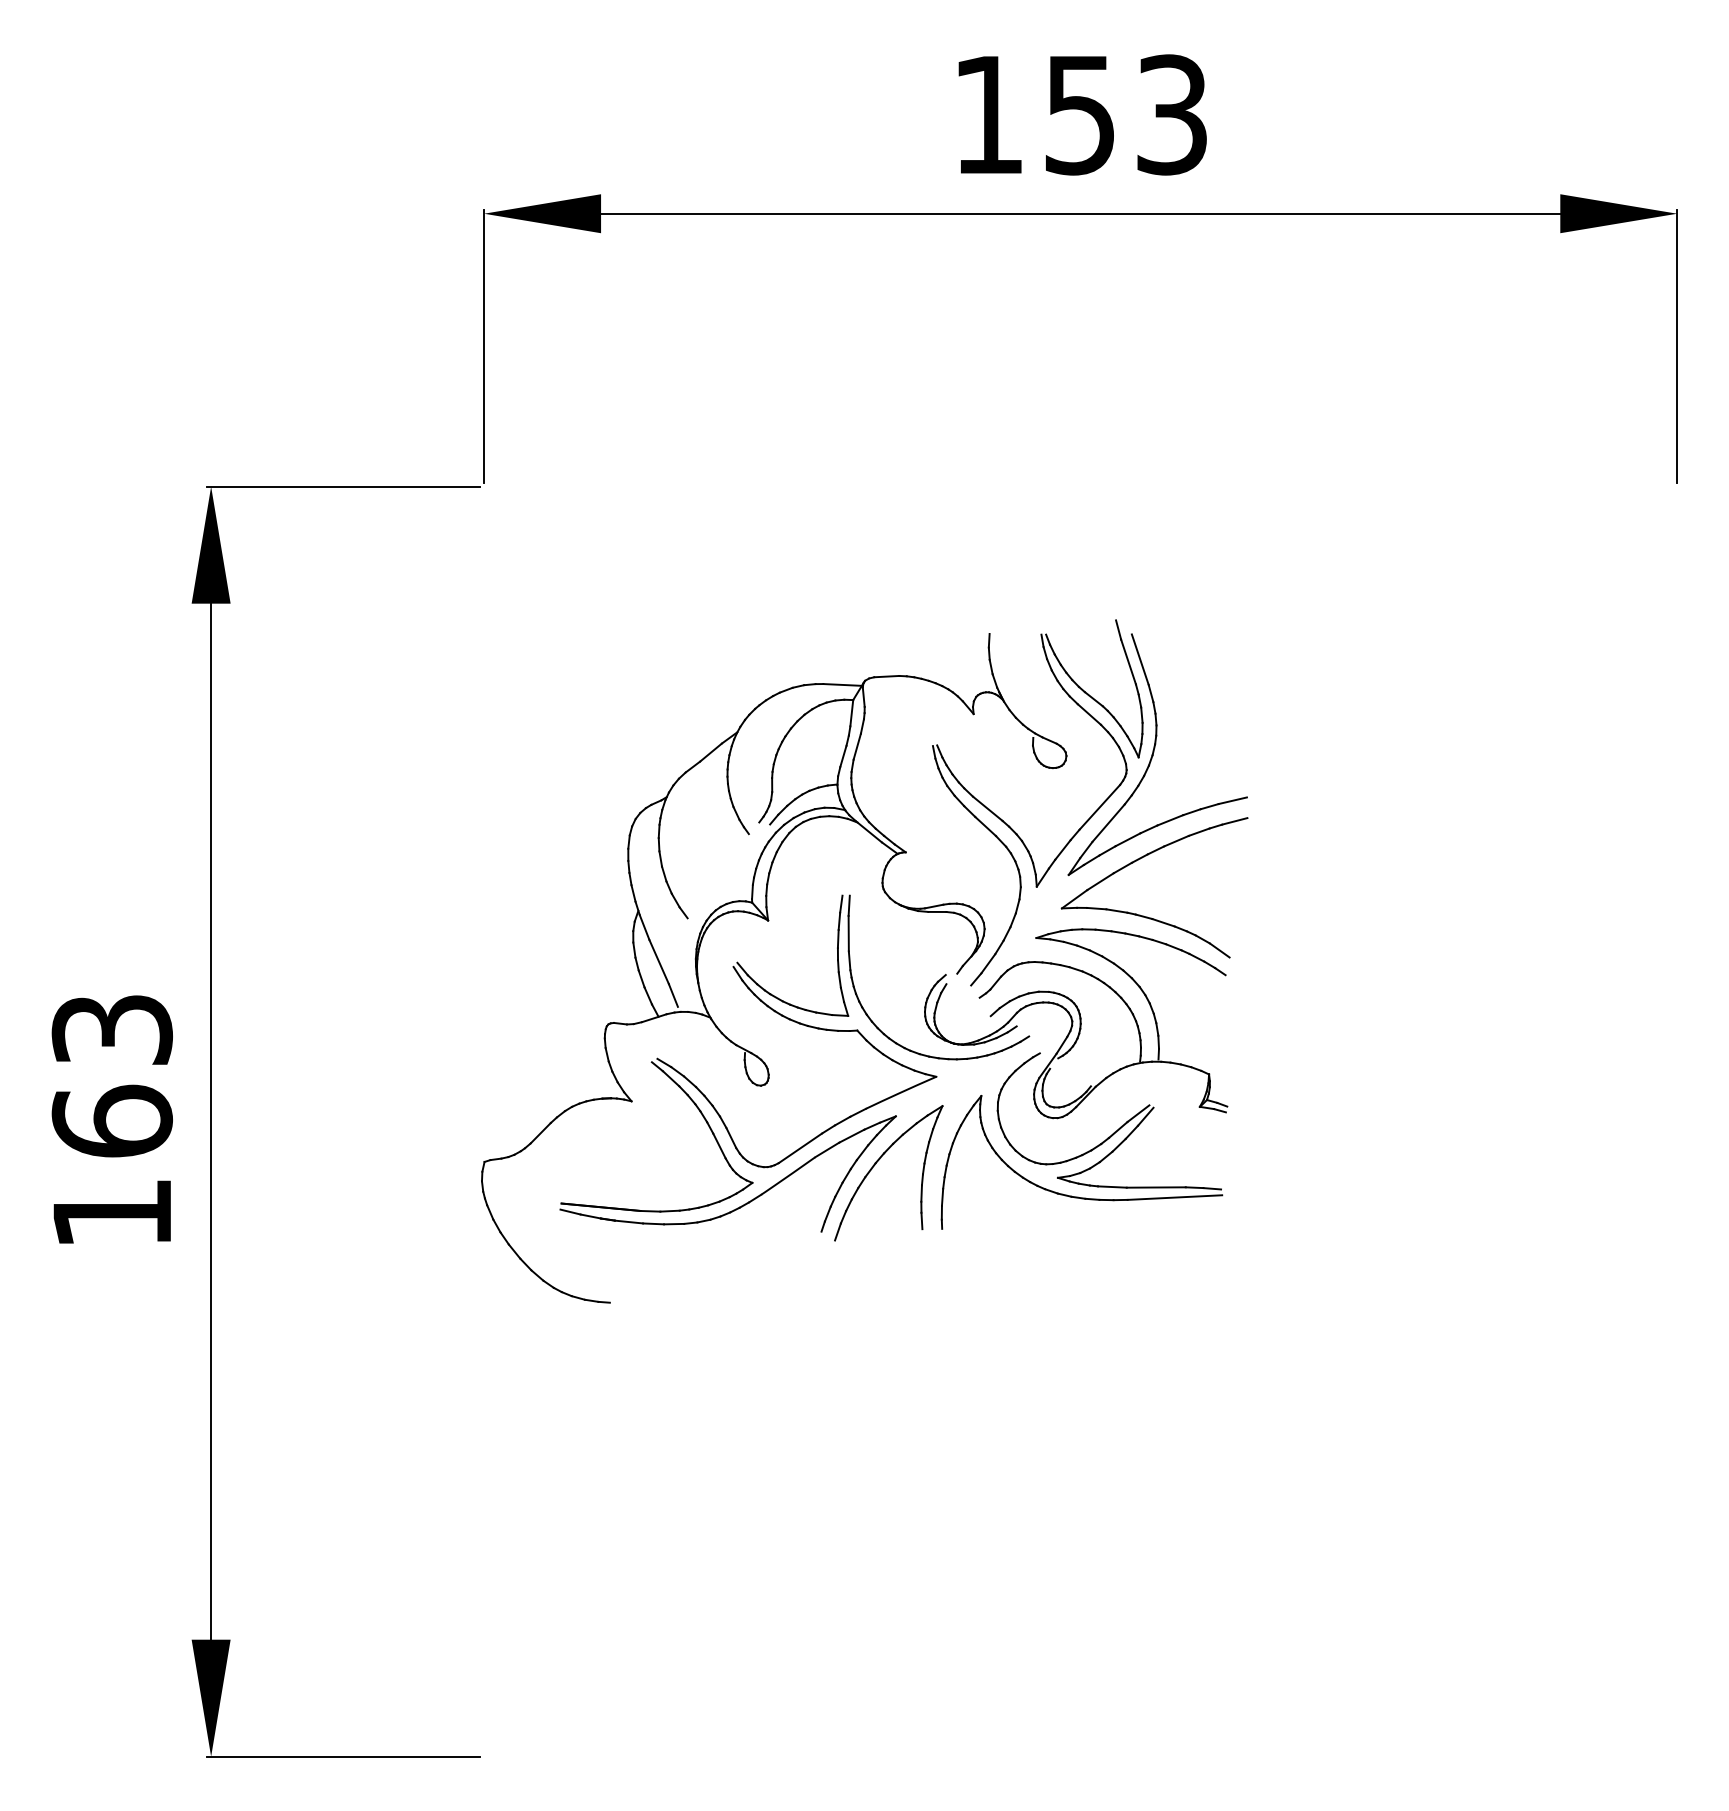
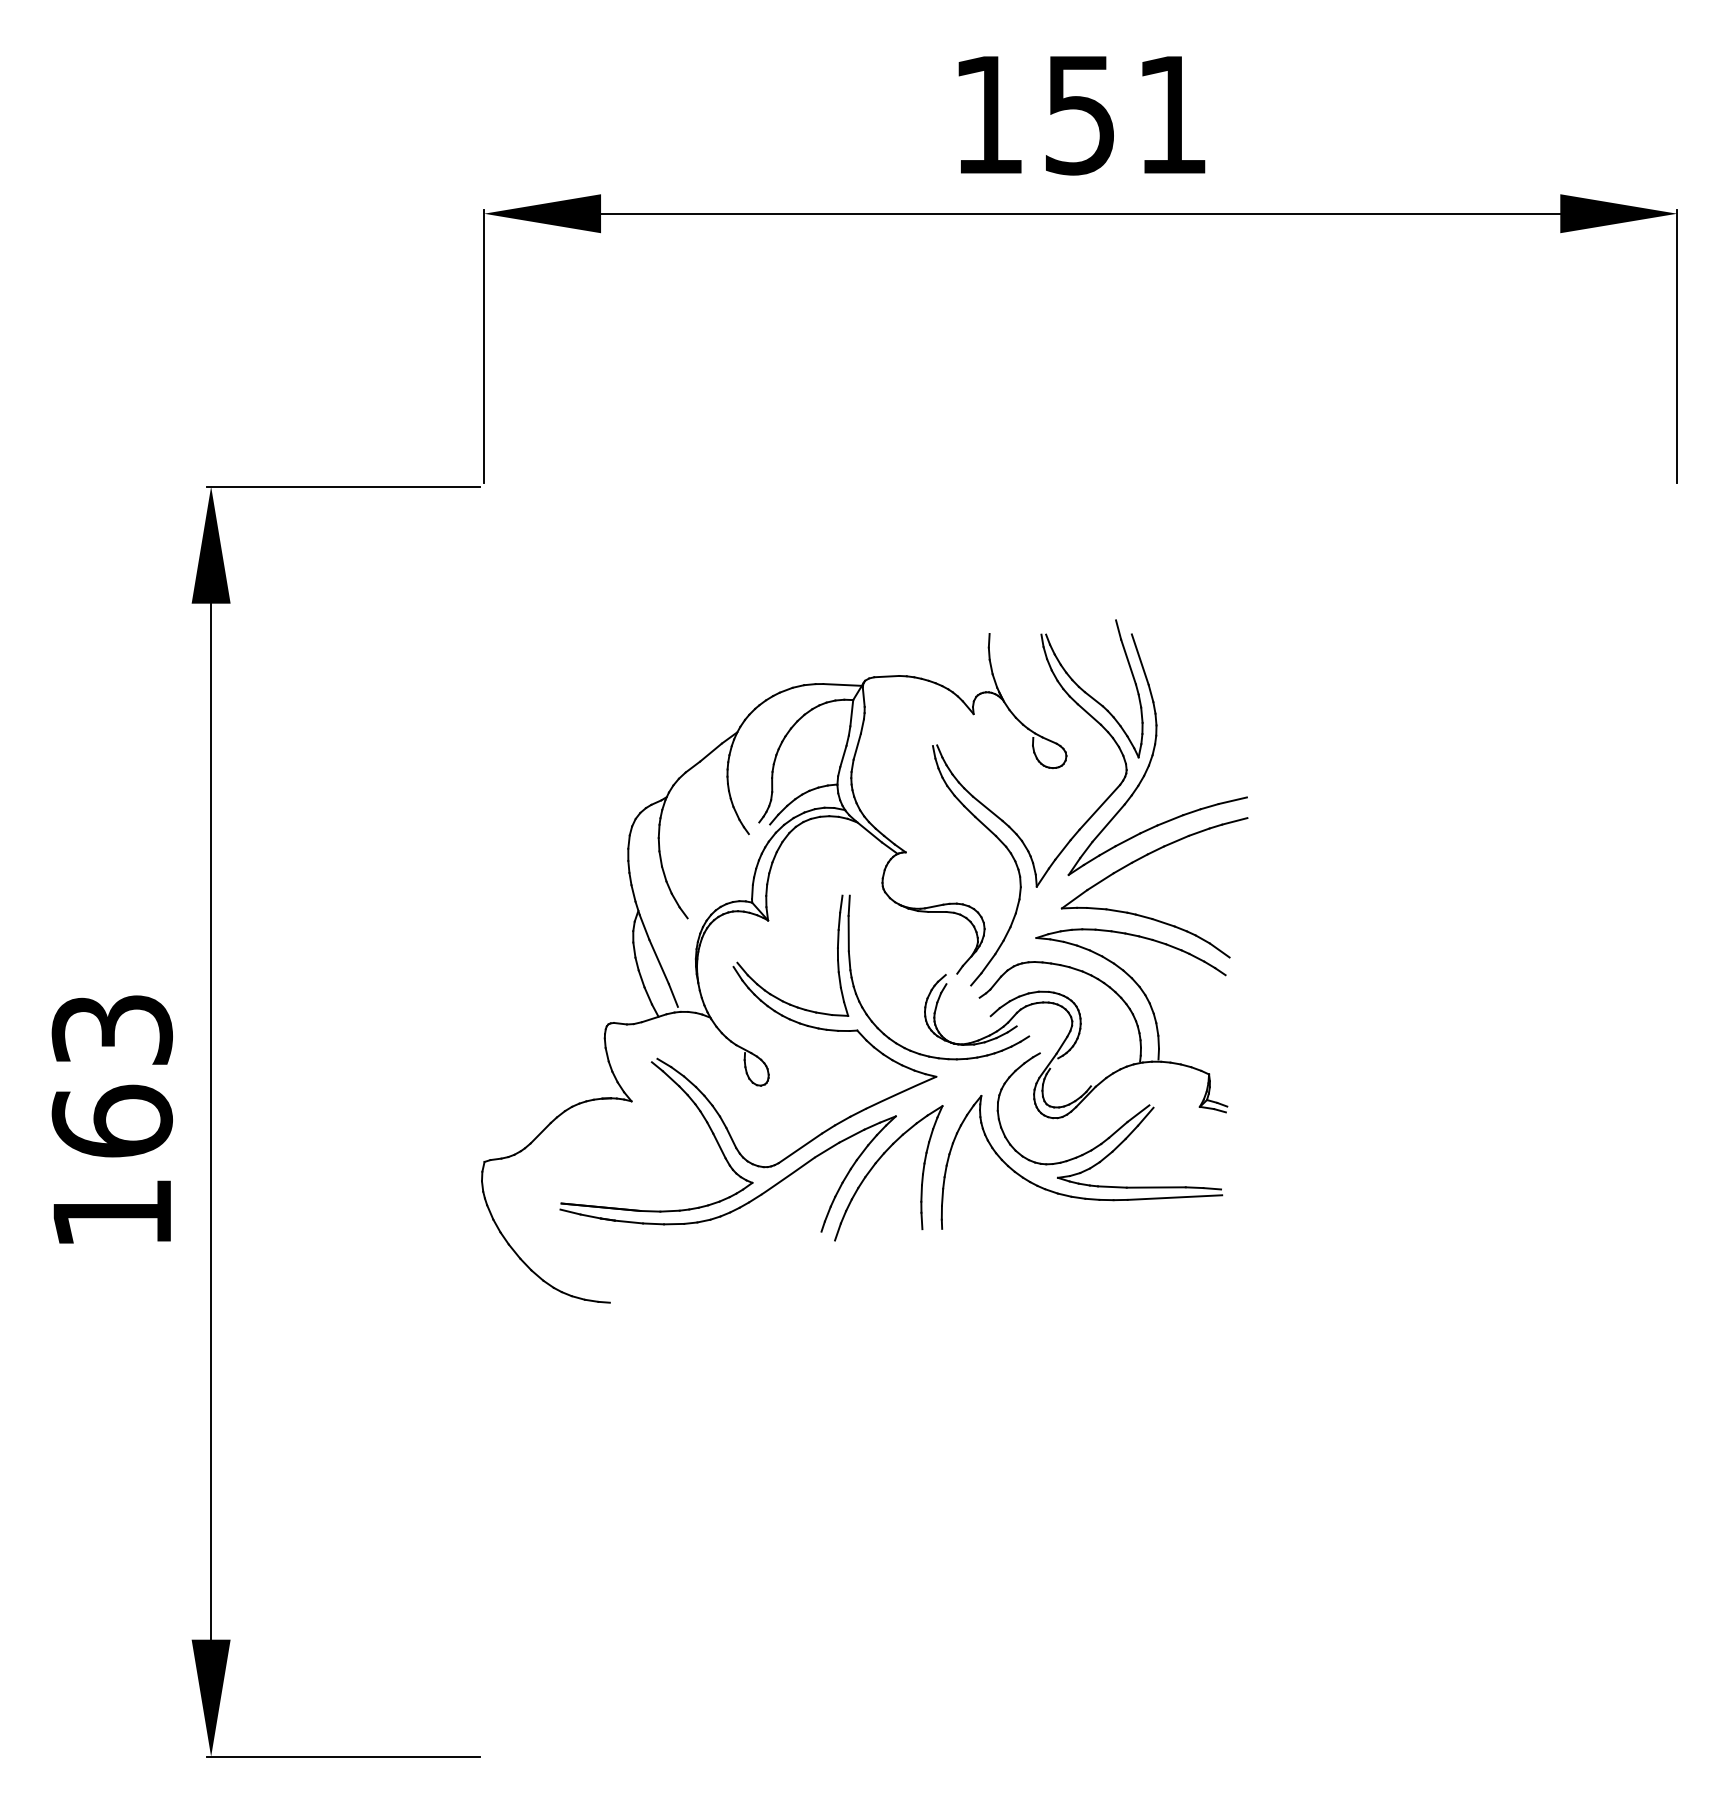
text at (1171, 114): 153 -> 151
